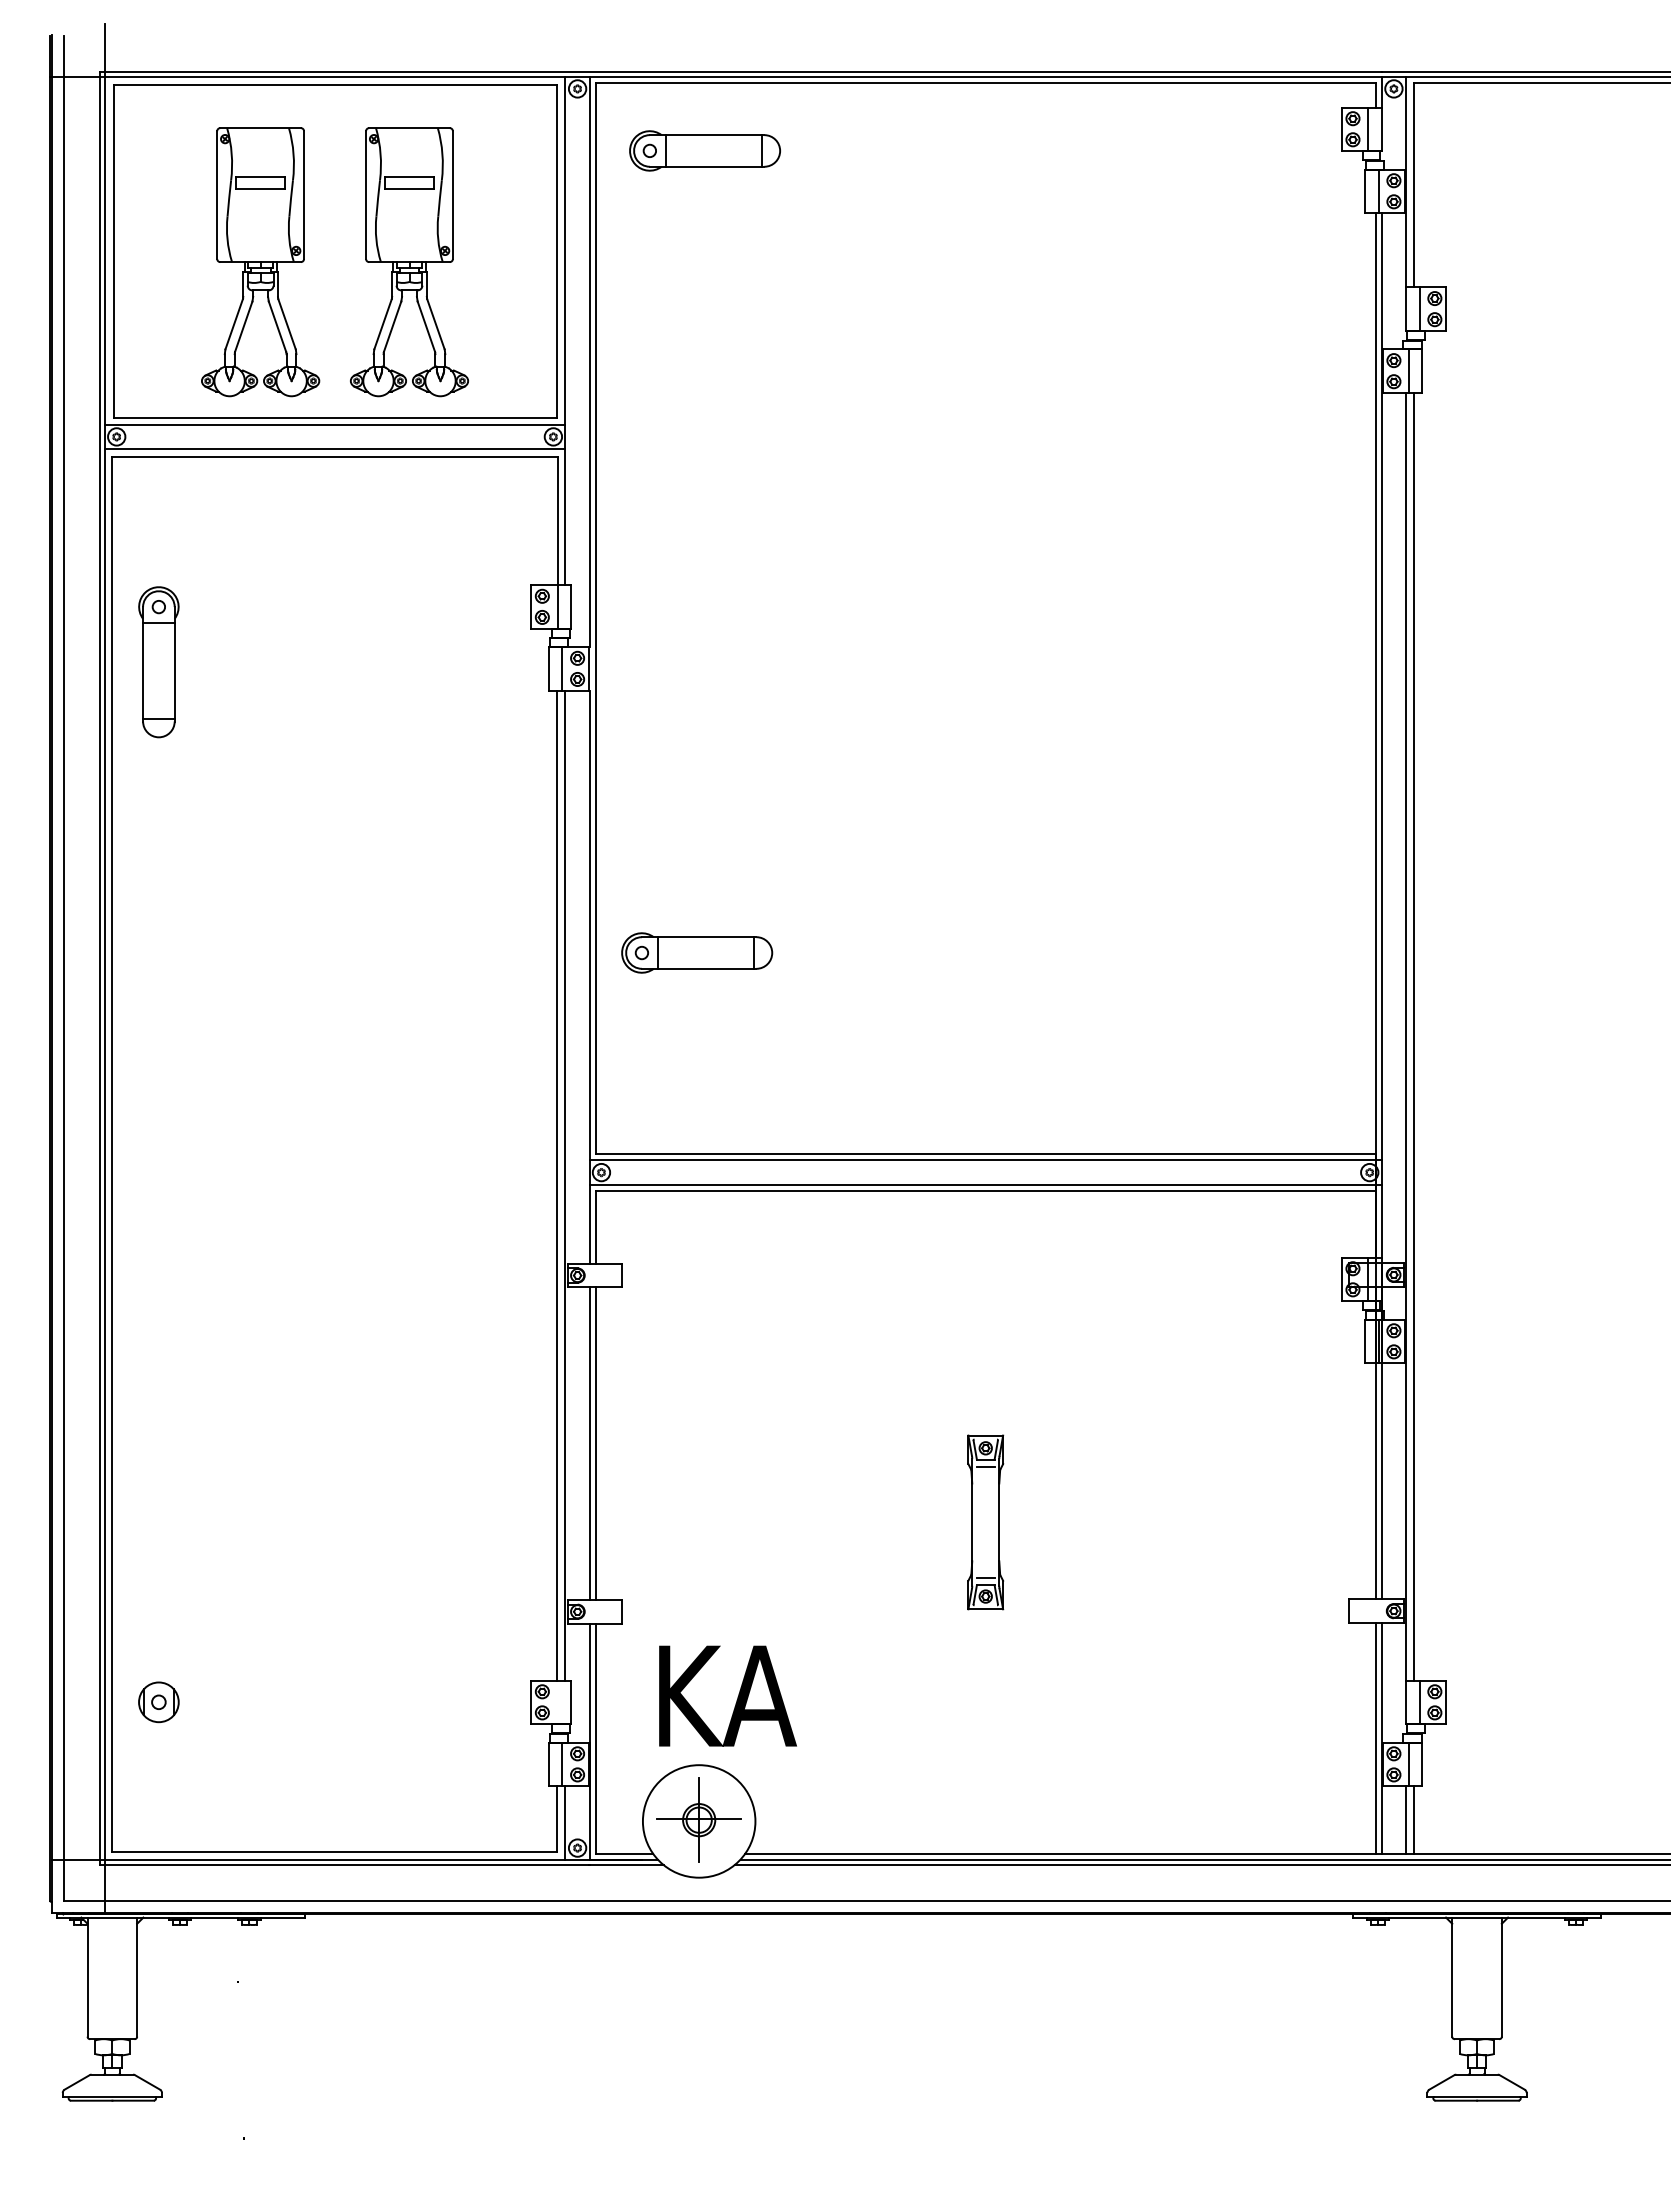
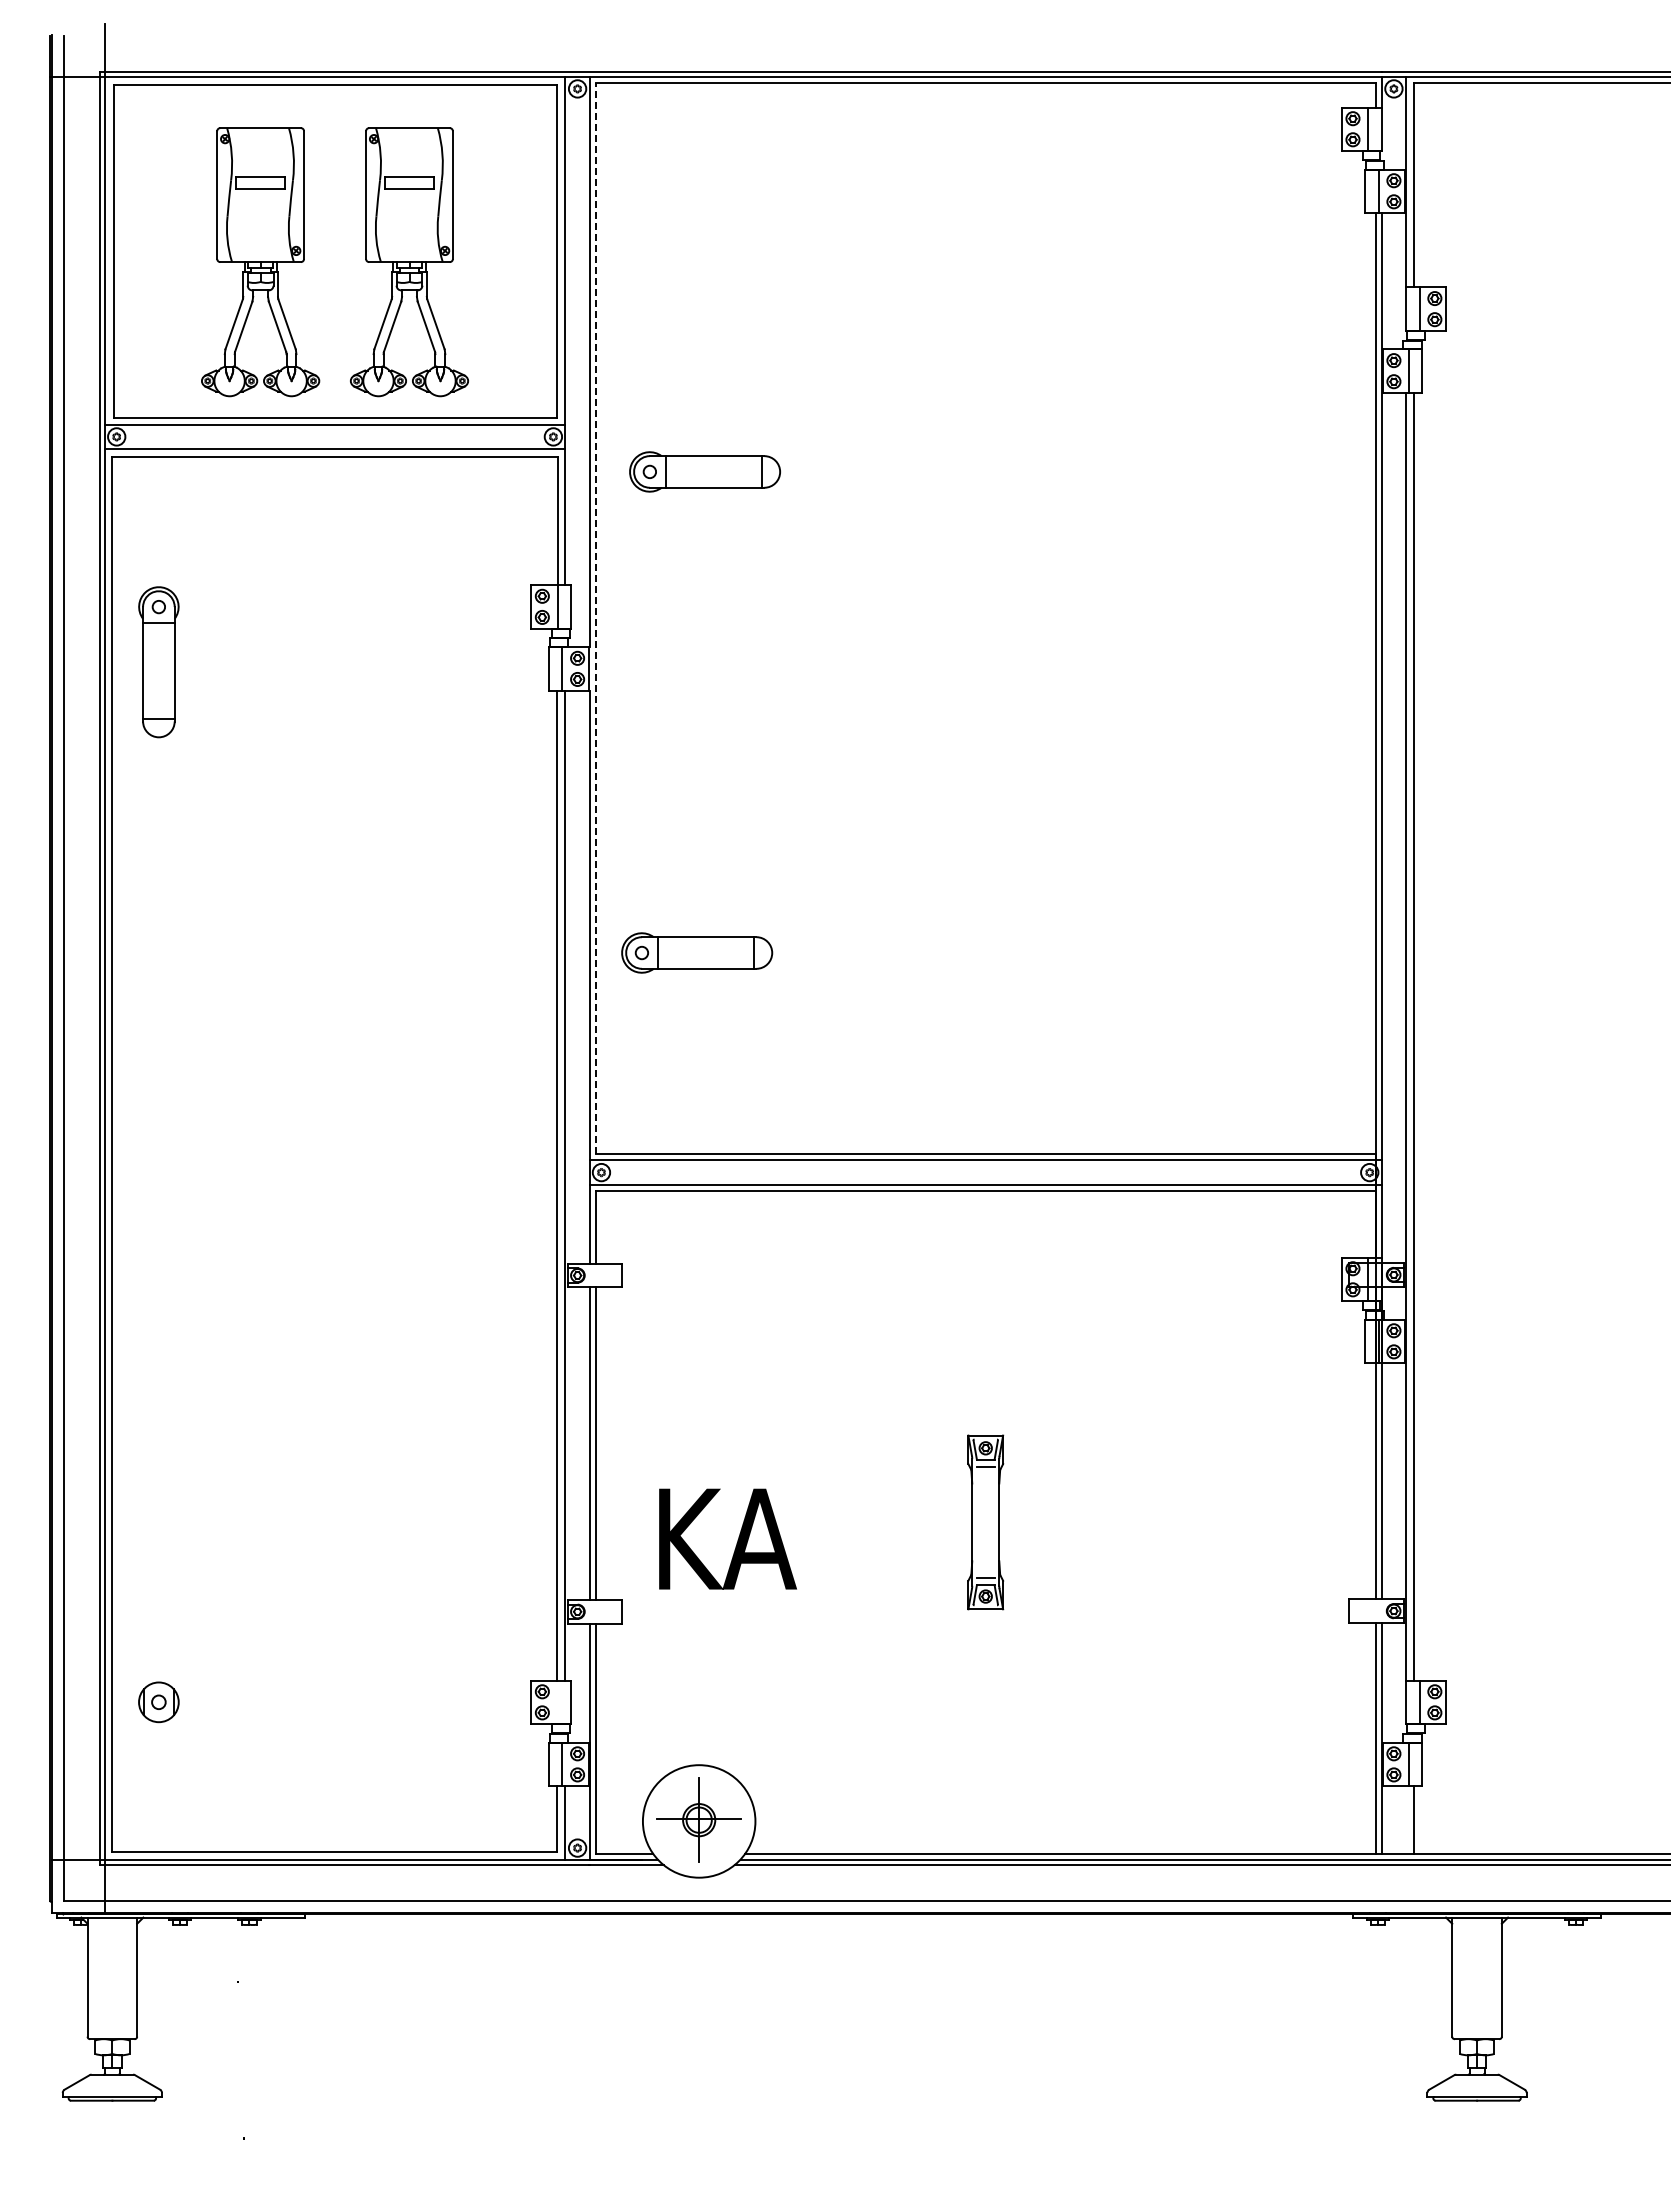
part at (704, 150) position: (704, 150) -> (704, 471)
line at (595, 618): solid -> dashed
text at (727, 1695) position: (727, 1695) -> (727, 1538)
line at (1406, 1819): present -> none
